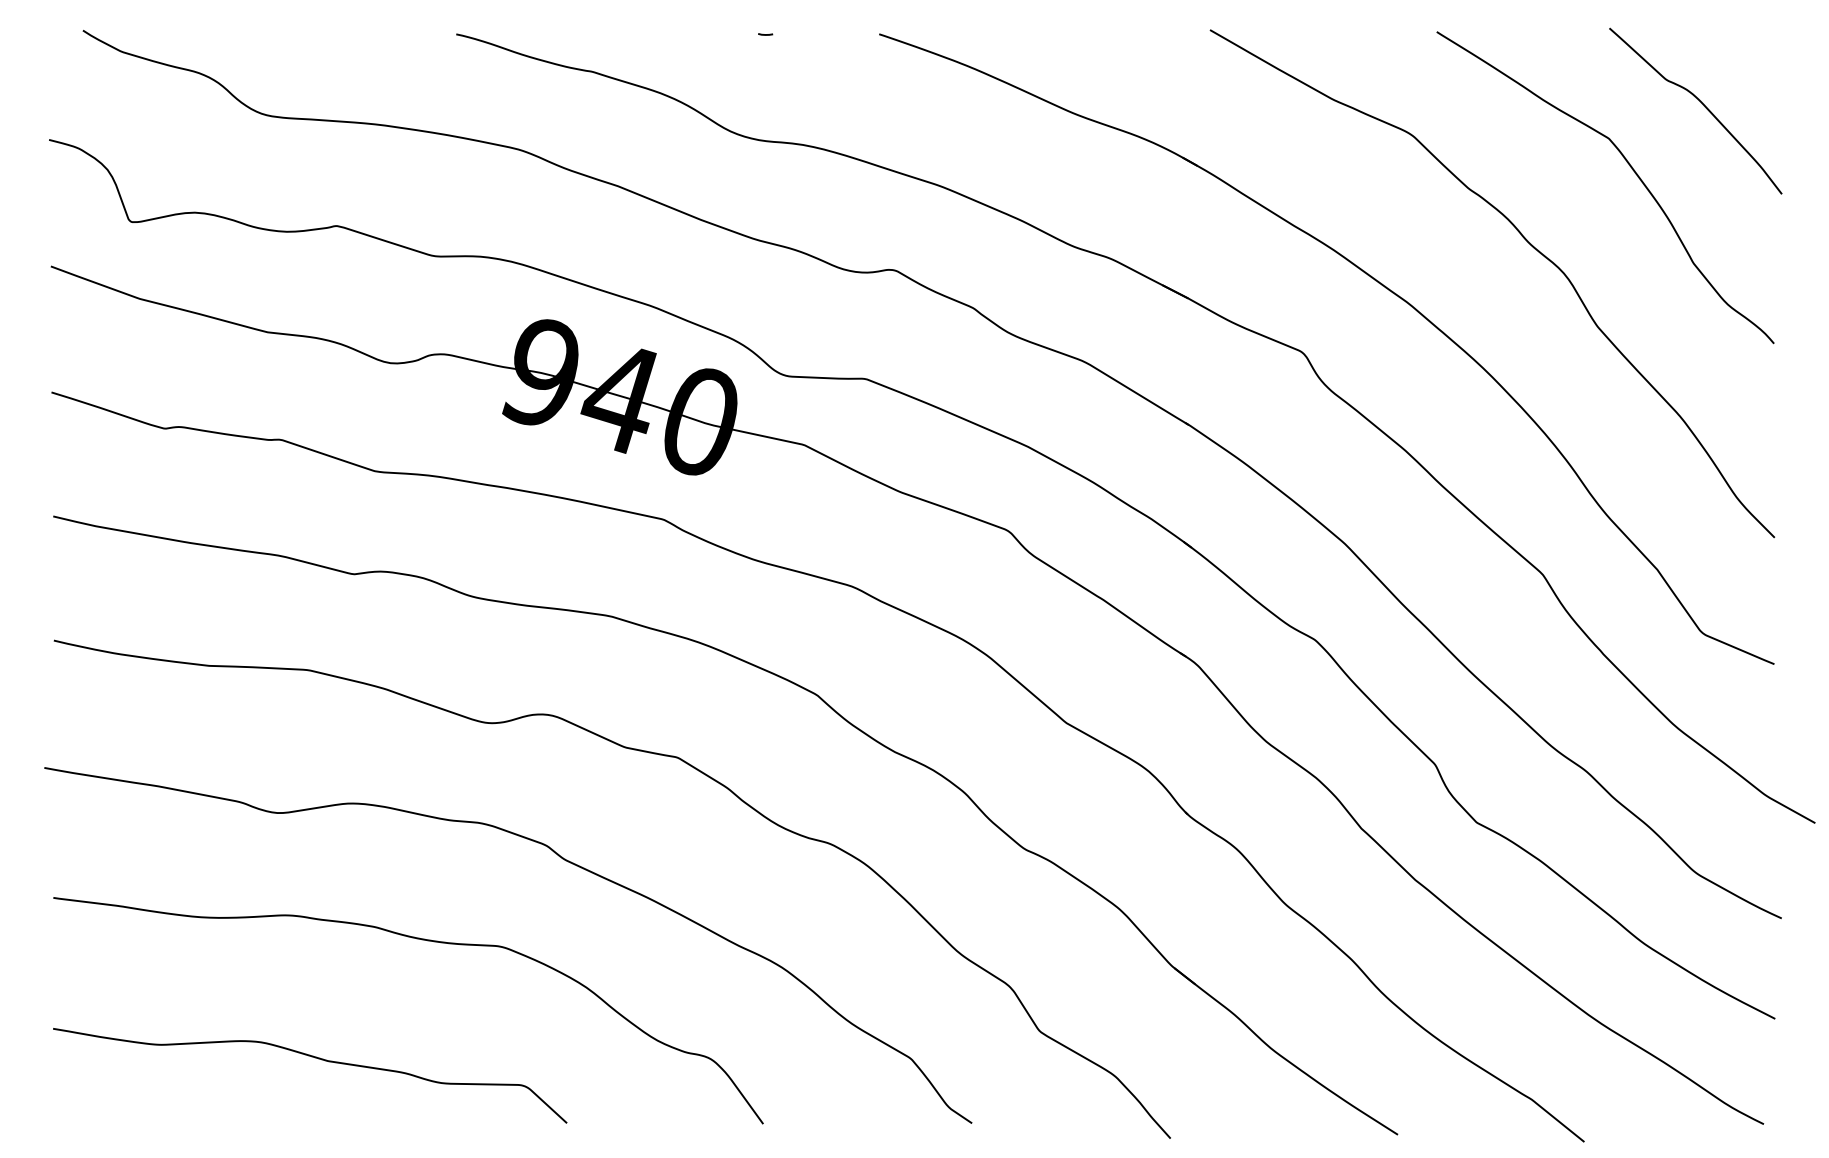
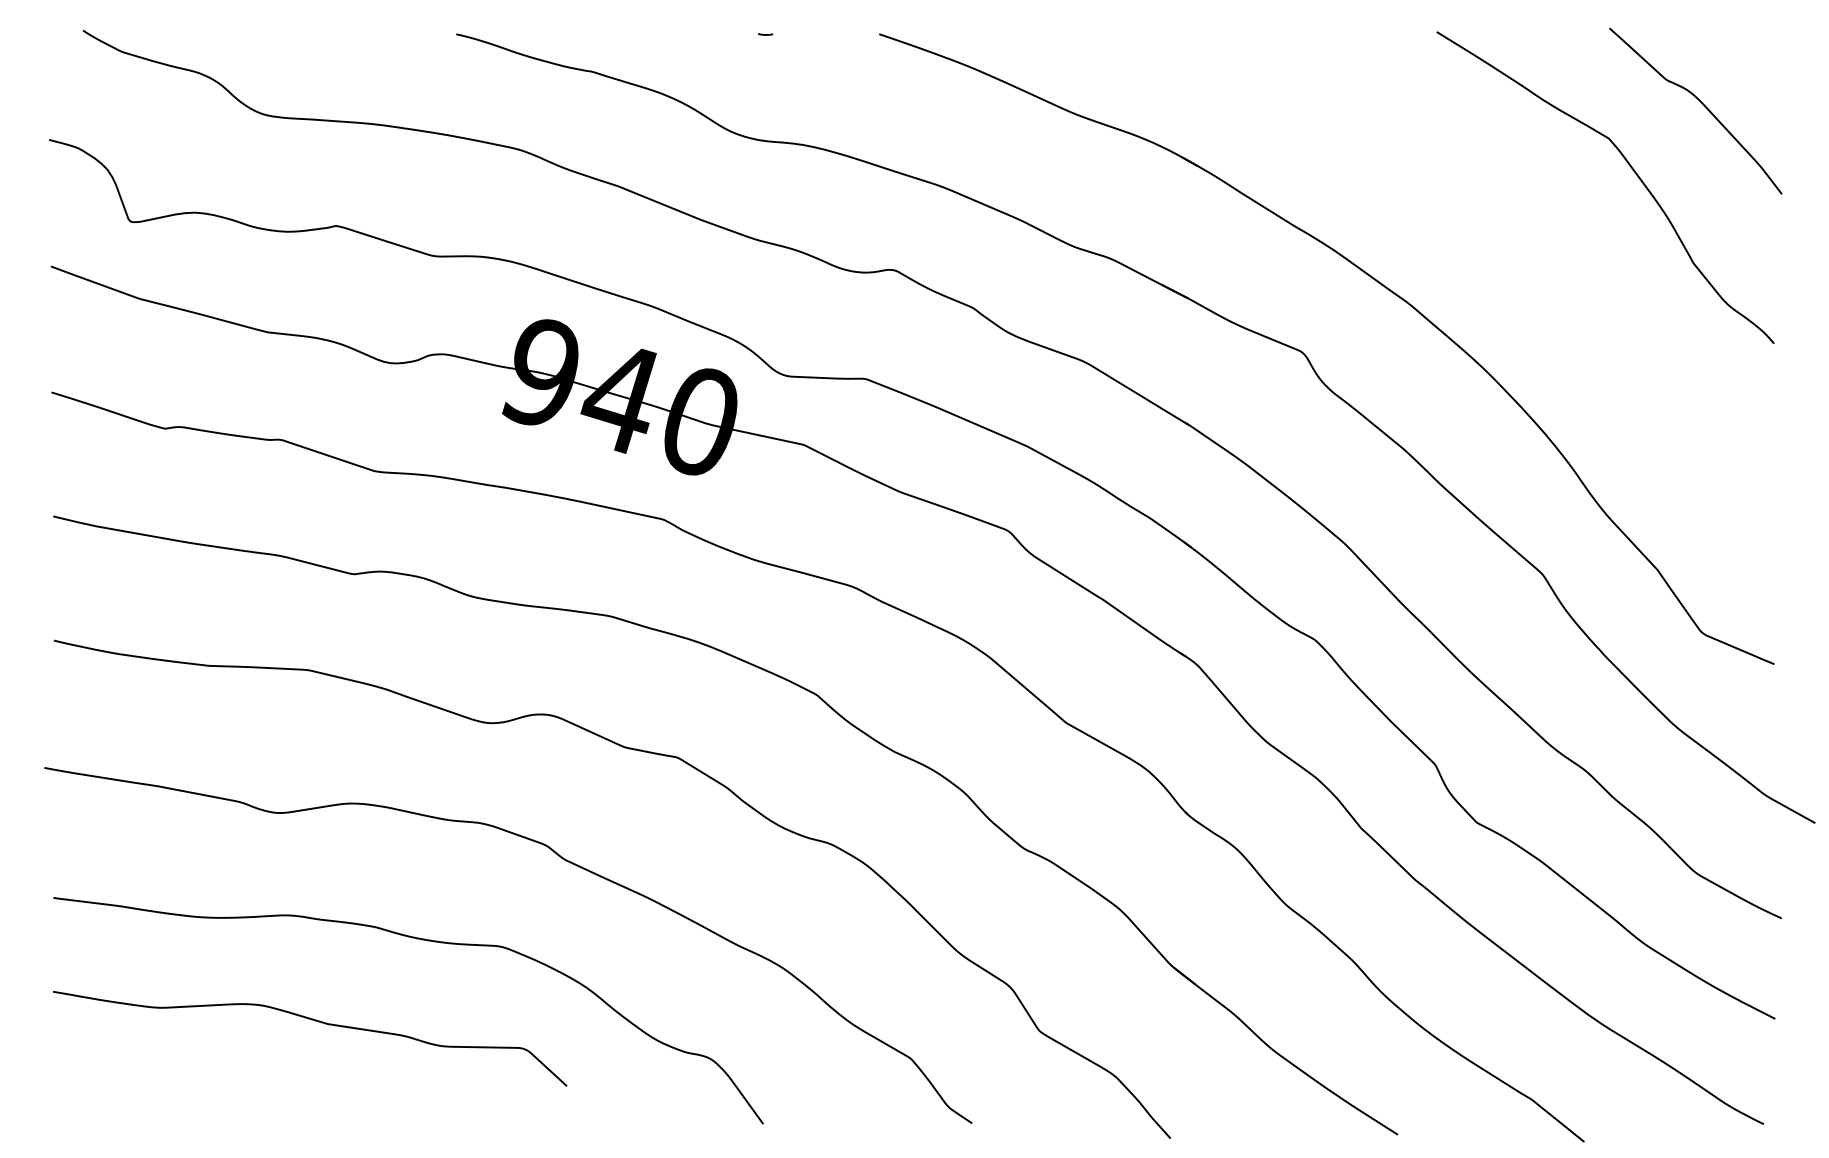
curve at (1530, 245): present -> none
curve at (315, 1058) position: (315, 1058) -> (315, 1021)
